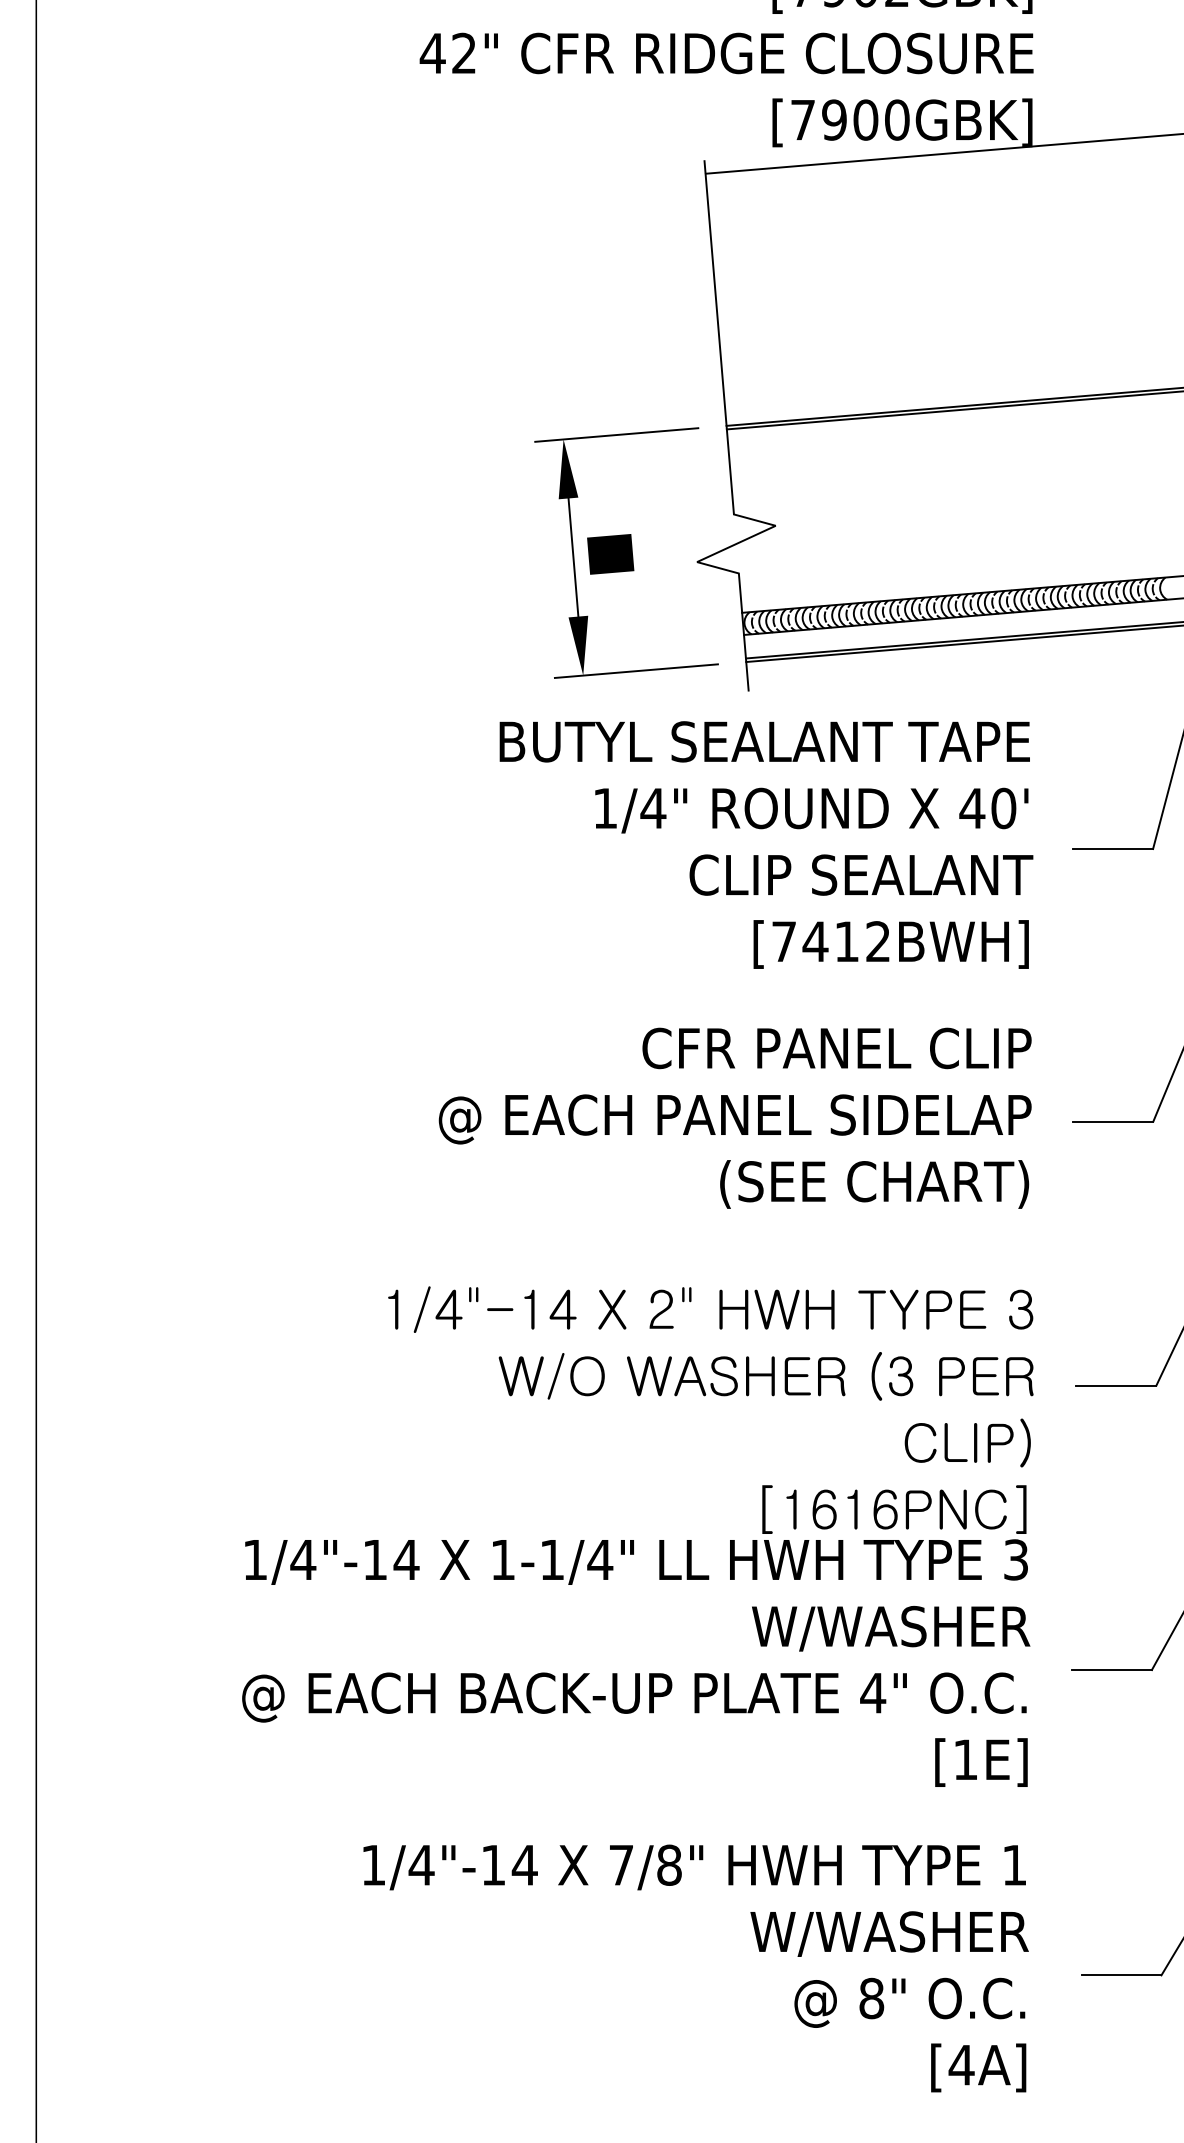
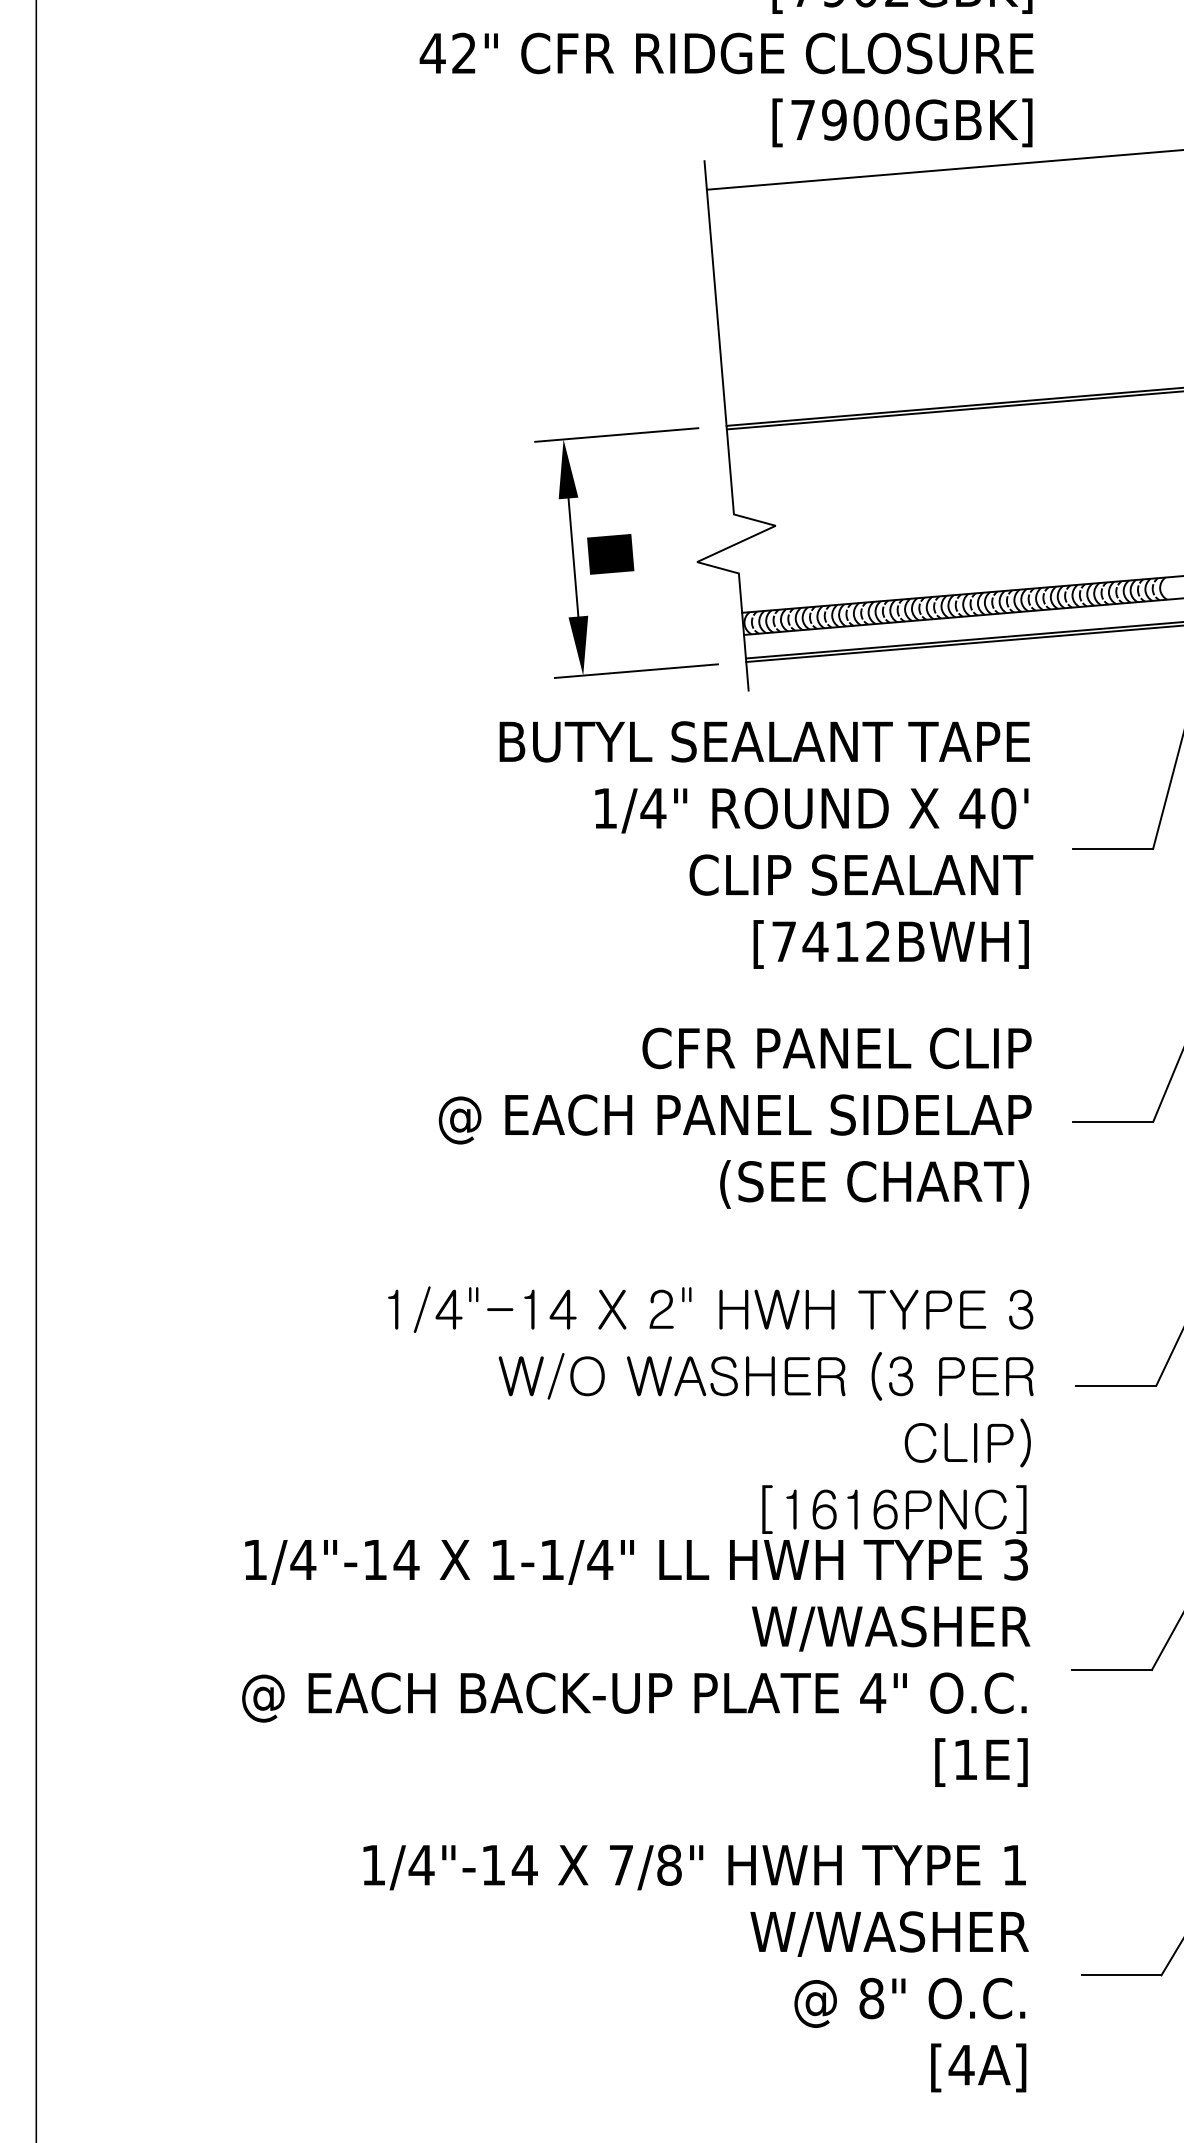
line at (942, 153) position: (942, 153) -> (943, 169)
